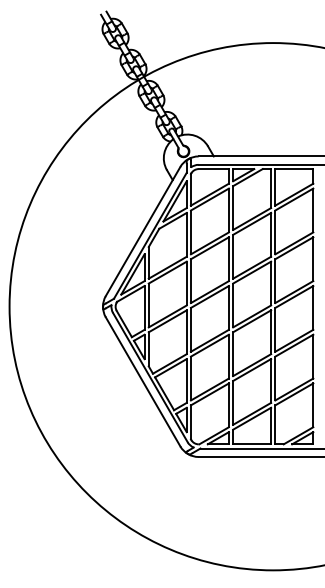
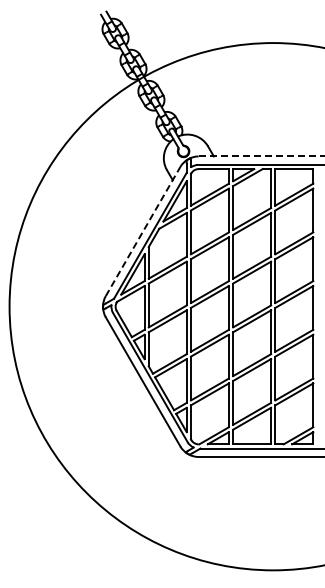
line at (262, 156): solid -> dashed
line at (143, 231): solid -> dashed
